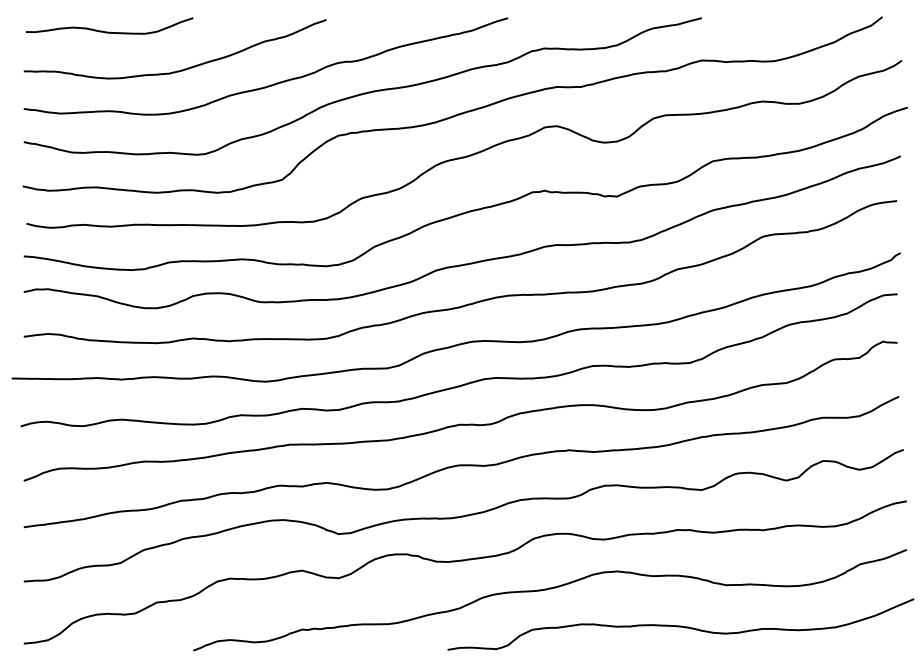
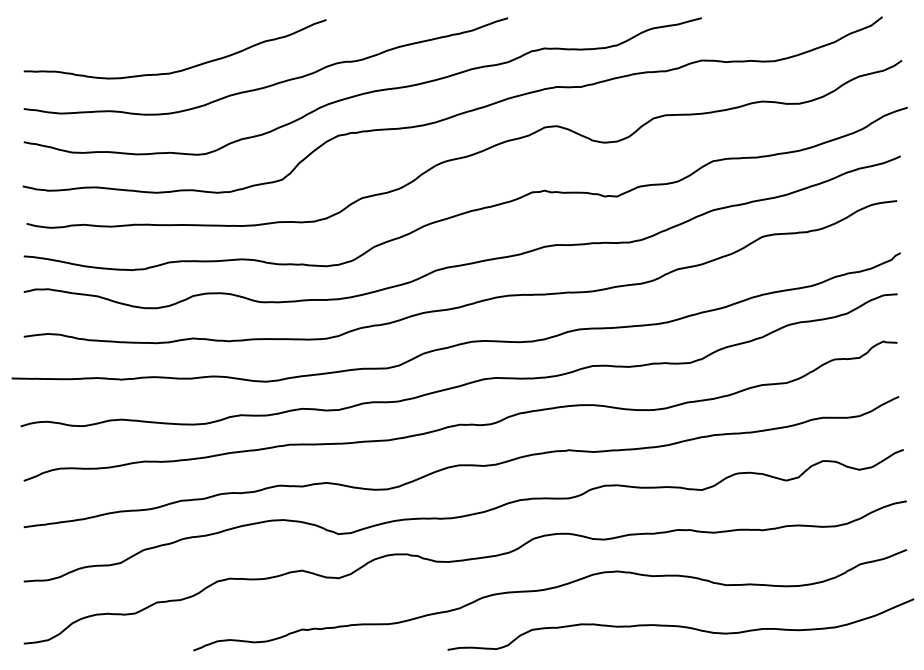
curve at (109, 31): present -> none
